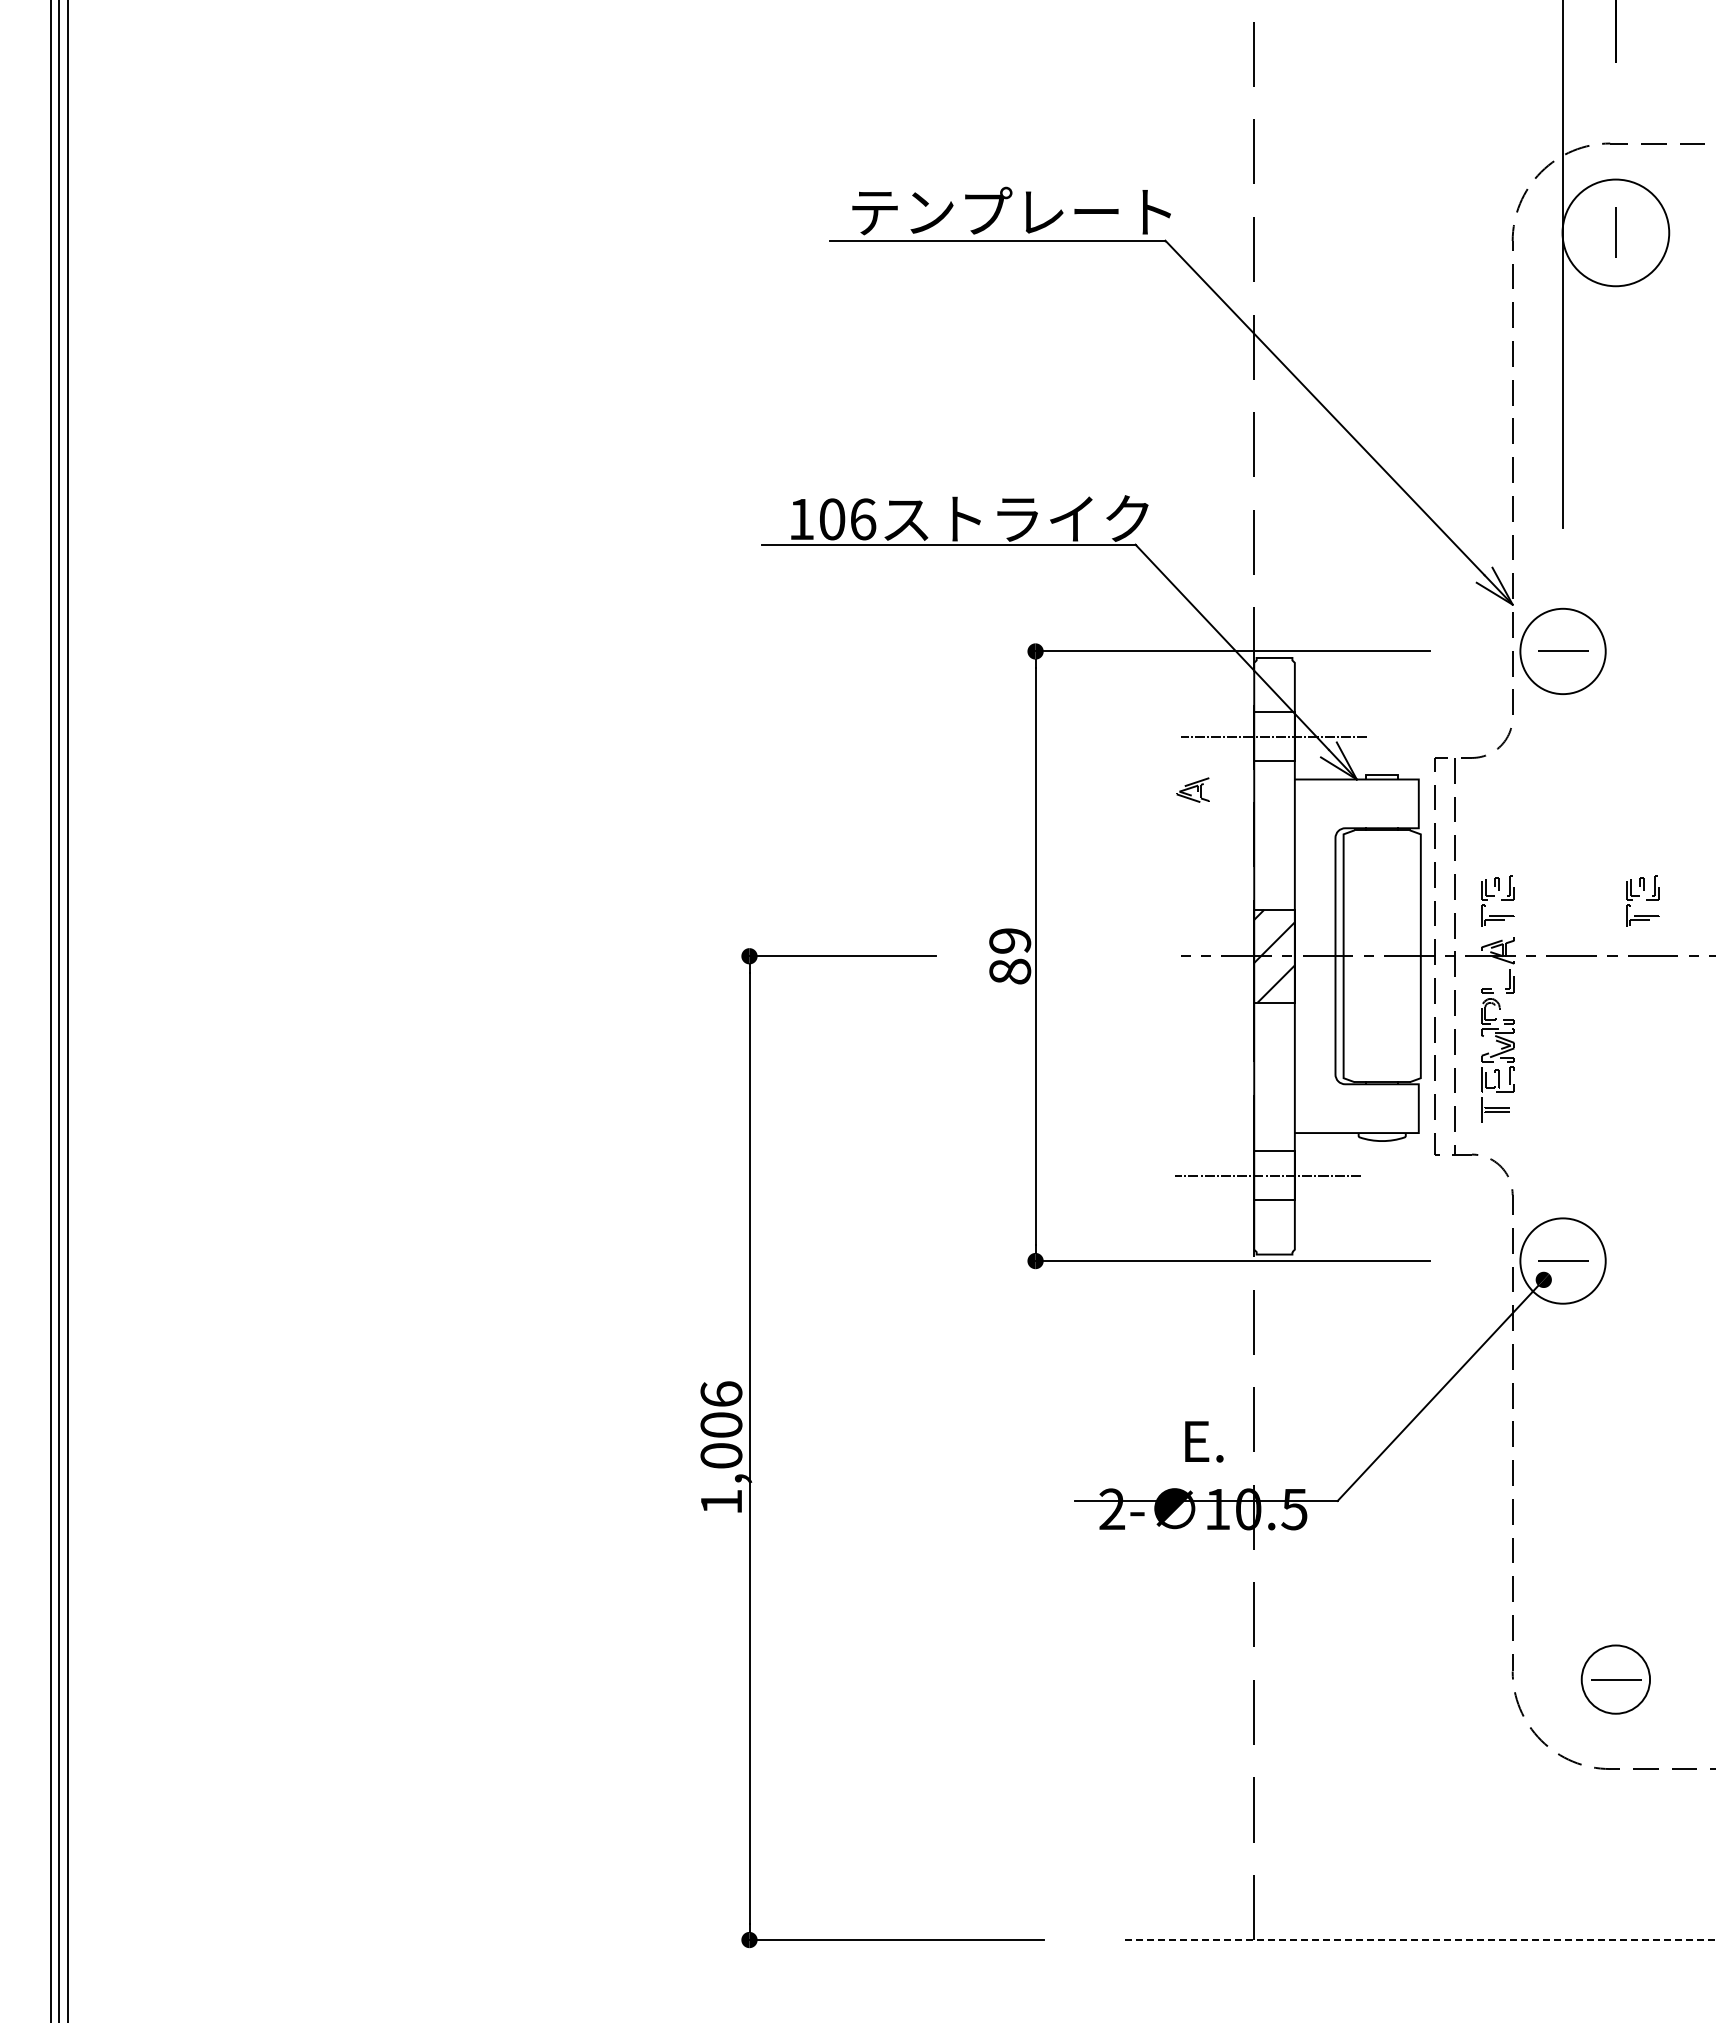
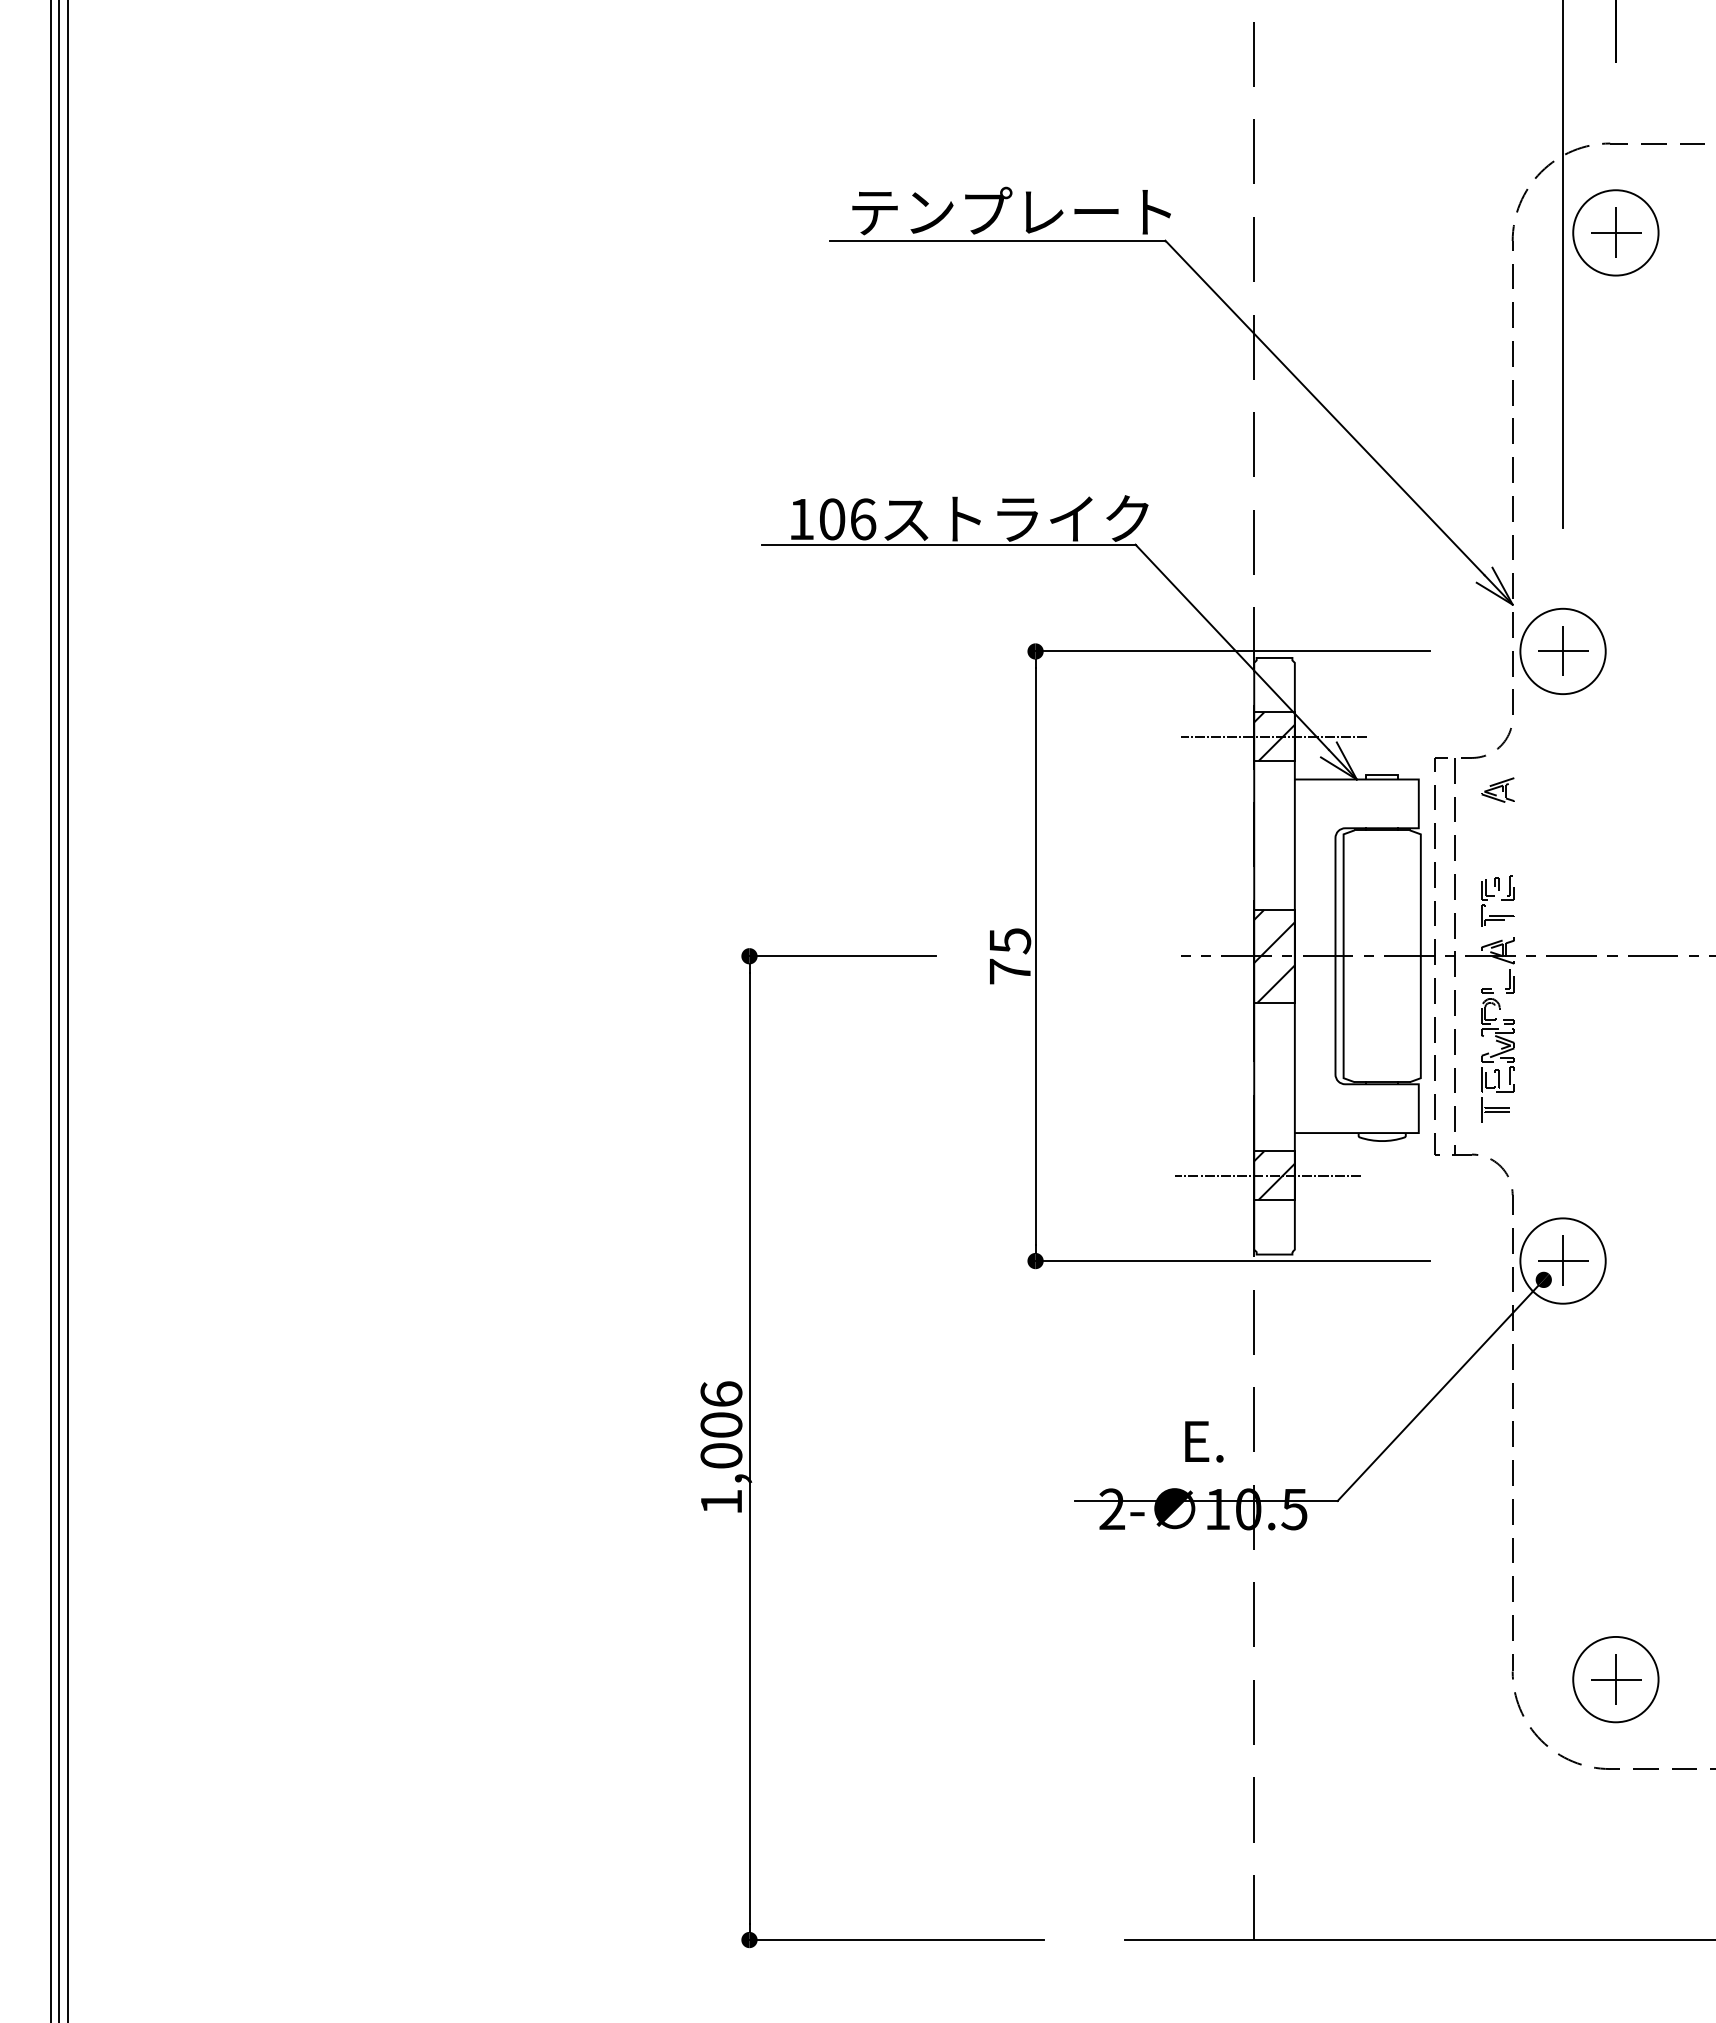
circle at (1615, 232) diameter: 107 px -> 85 px
line at (1615, 232): none -> present
line at (1563, 651): none -> present
hatch at (1274, 736): none -> present
part at (1192, 789) position: (1192, 789) -> (1497, 789)
part at (1642, 900): present -> none
text at (1010, 956): 89 -> 75
hatch at (1274, 1175): none -> present
line at (1563, 1260): none -> present
circle at (1615, 1679) diameter: 68 px -> 85 px
line at (1615, 1679): none -> present
line at (1420, 1940): dashed -> solid
